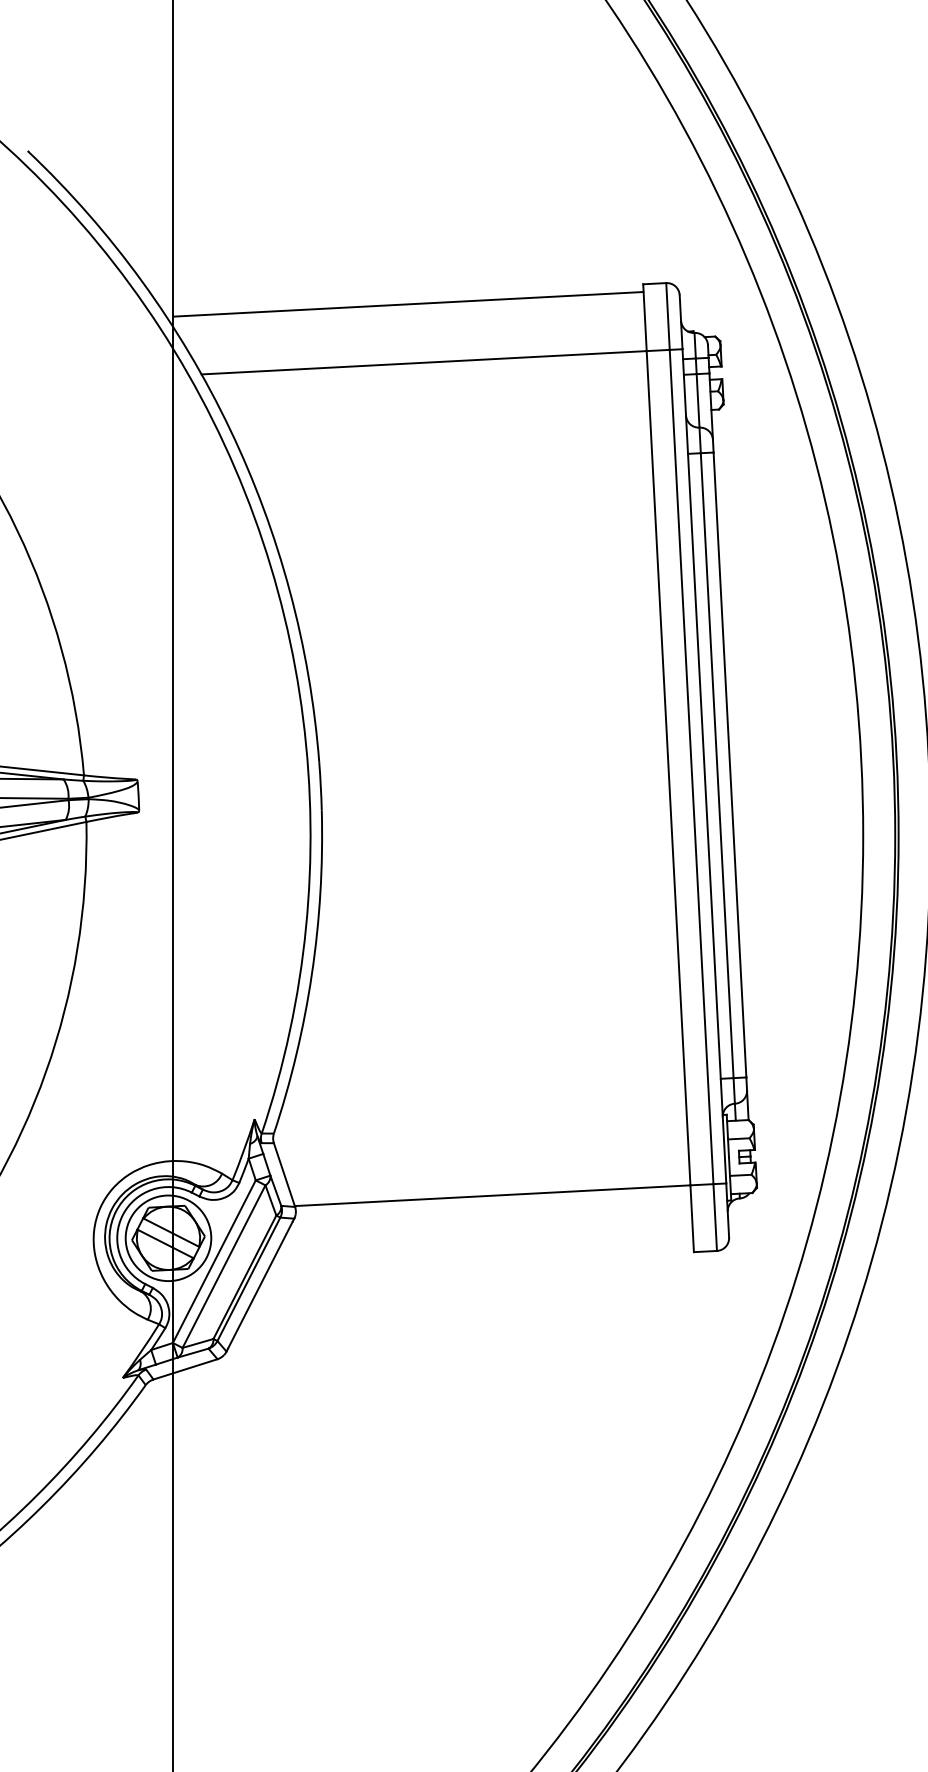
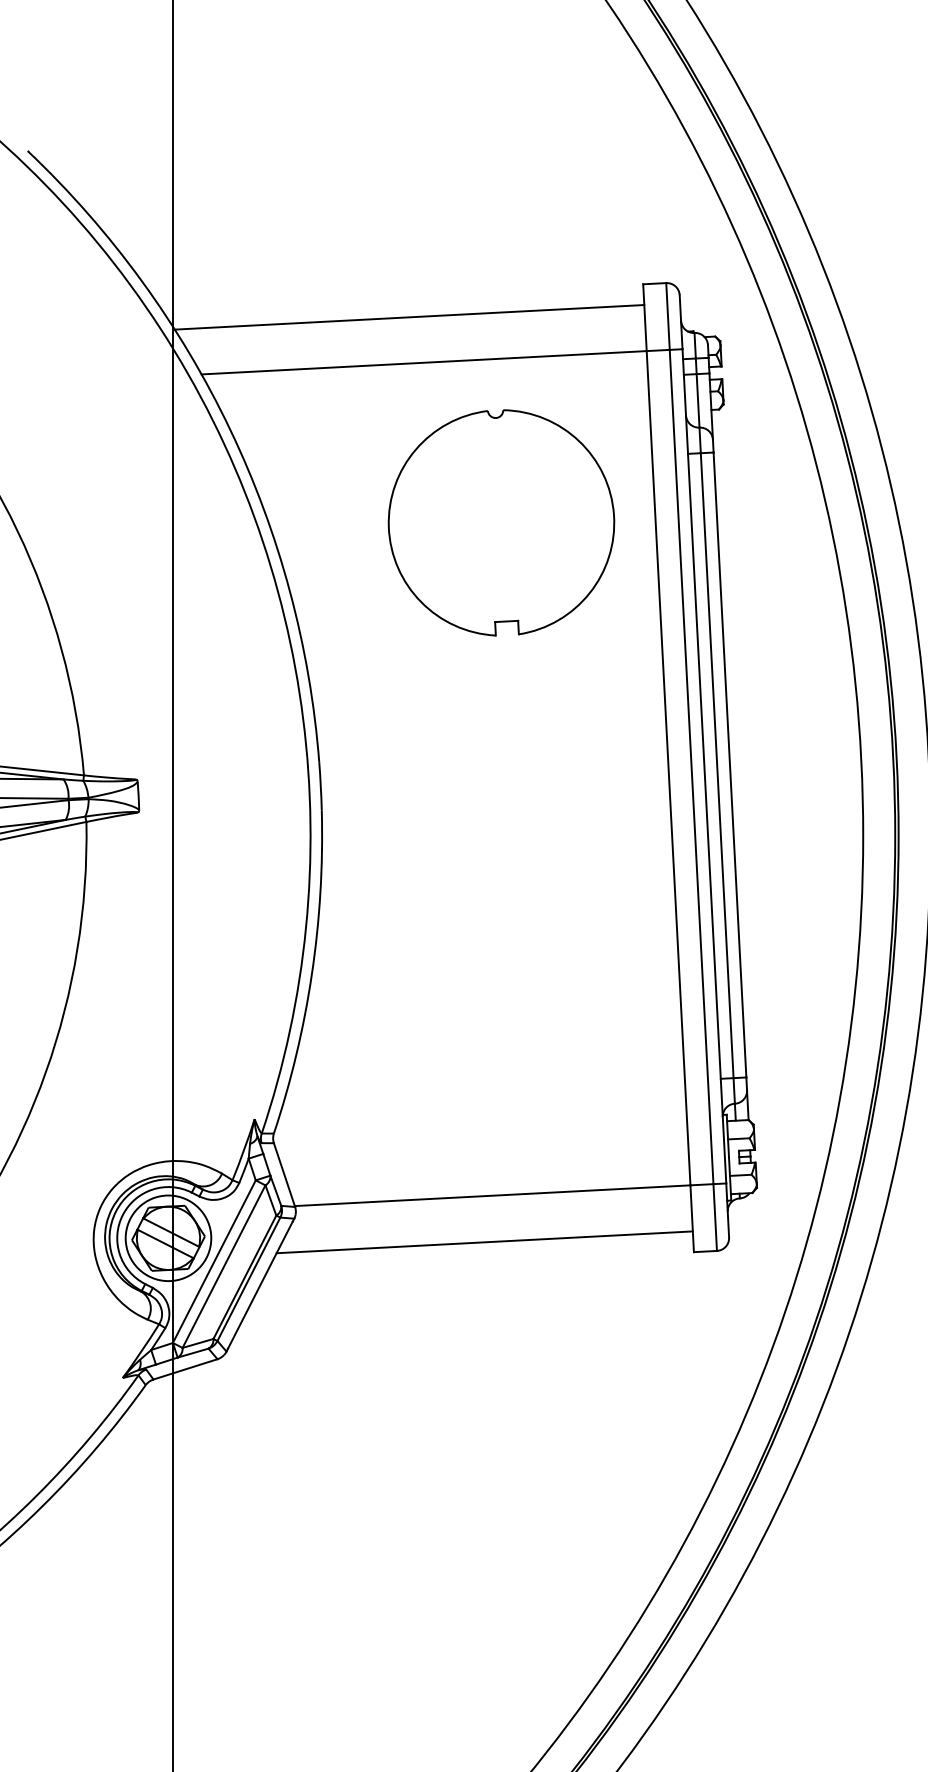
line at (408, 304) position: (408, 304) -> (409, 317)
part at (501, 522): none -> present
line at (484, 1242): none -> present
